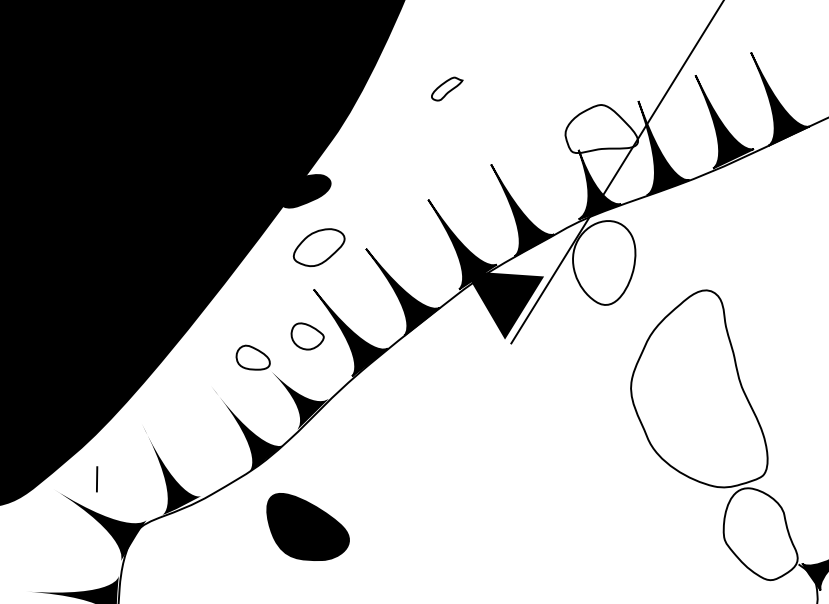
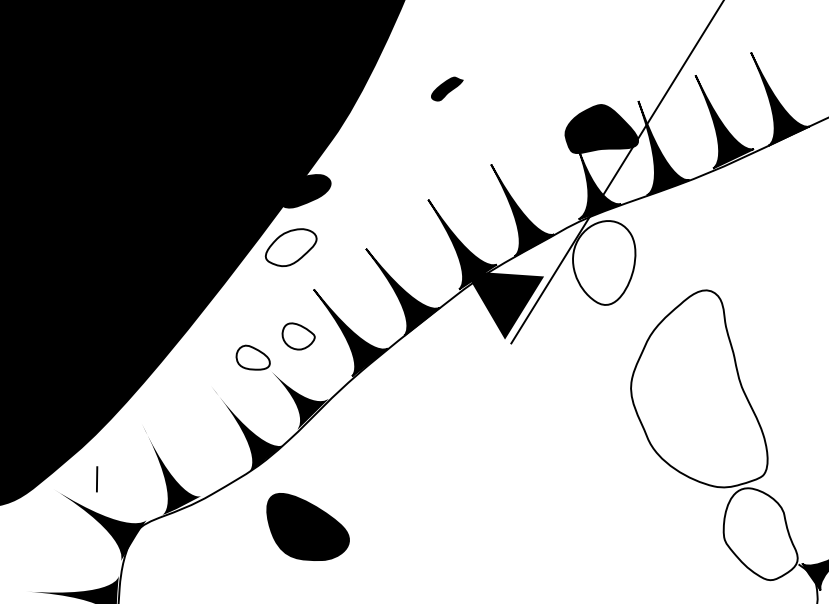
fill at (446, 88): none -> present
fill at (601, 129): none -> present
part at (318, 247) position: (318, 247) -> (290, 247)
part at (307, 336) position: (307, 336) -> (298, 336)
